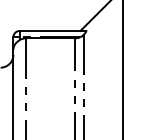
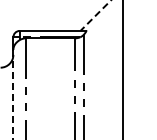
line at (95, 15): solid -> dashed
line at (13, 94): solid -> dashed
